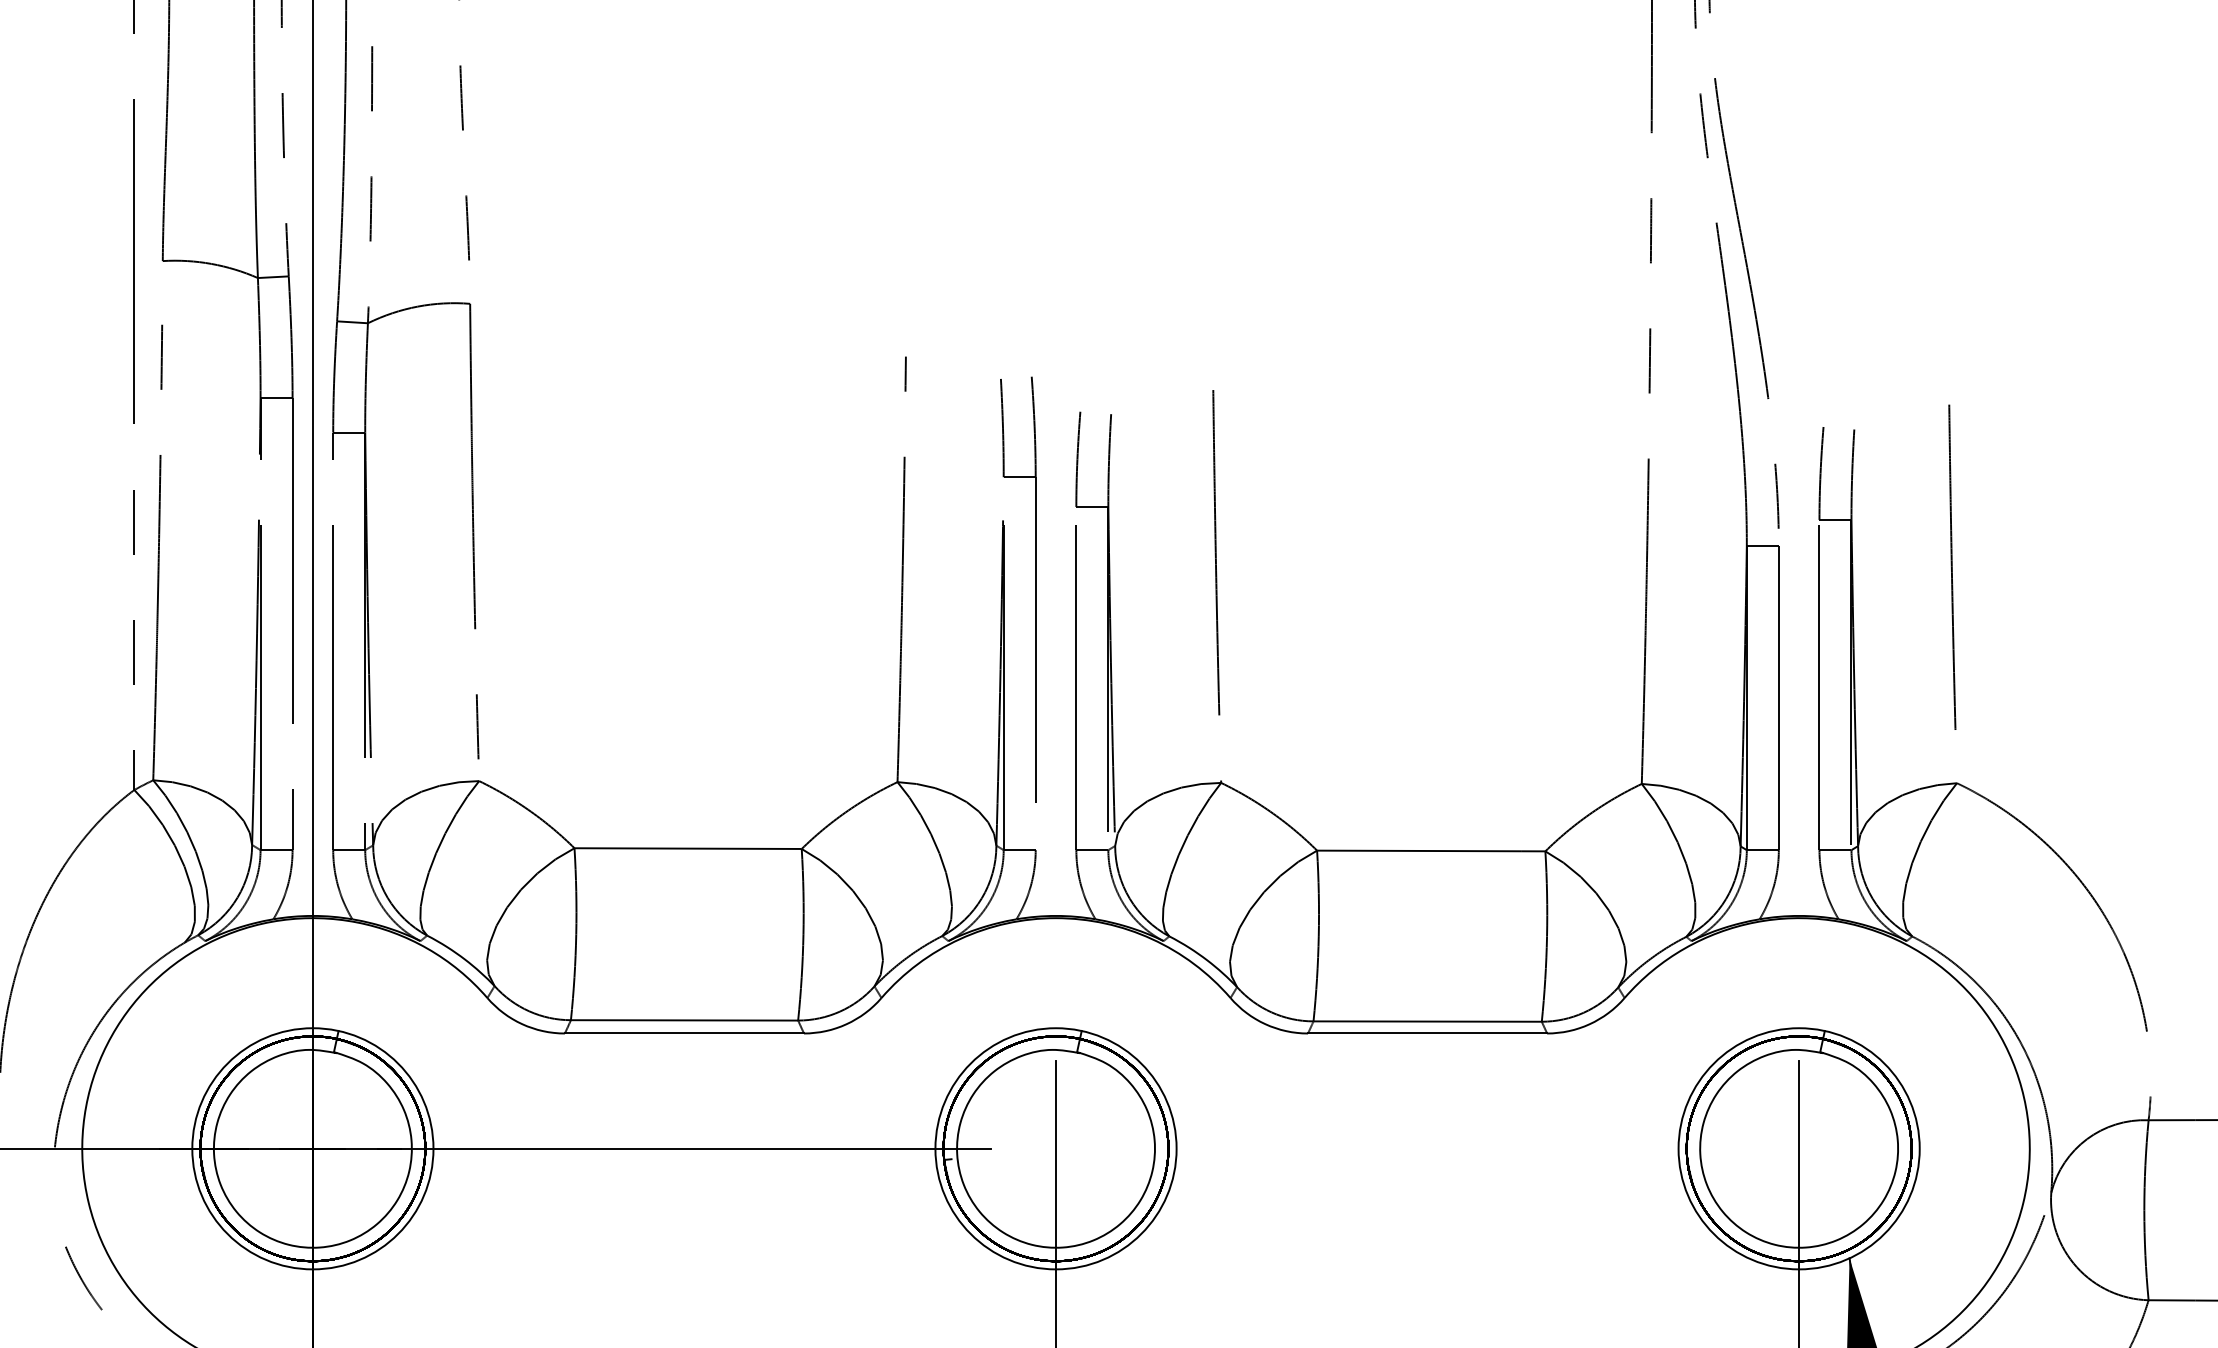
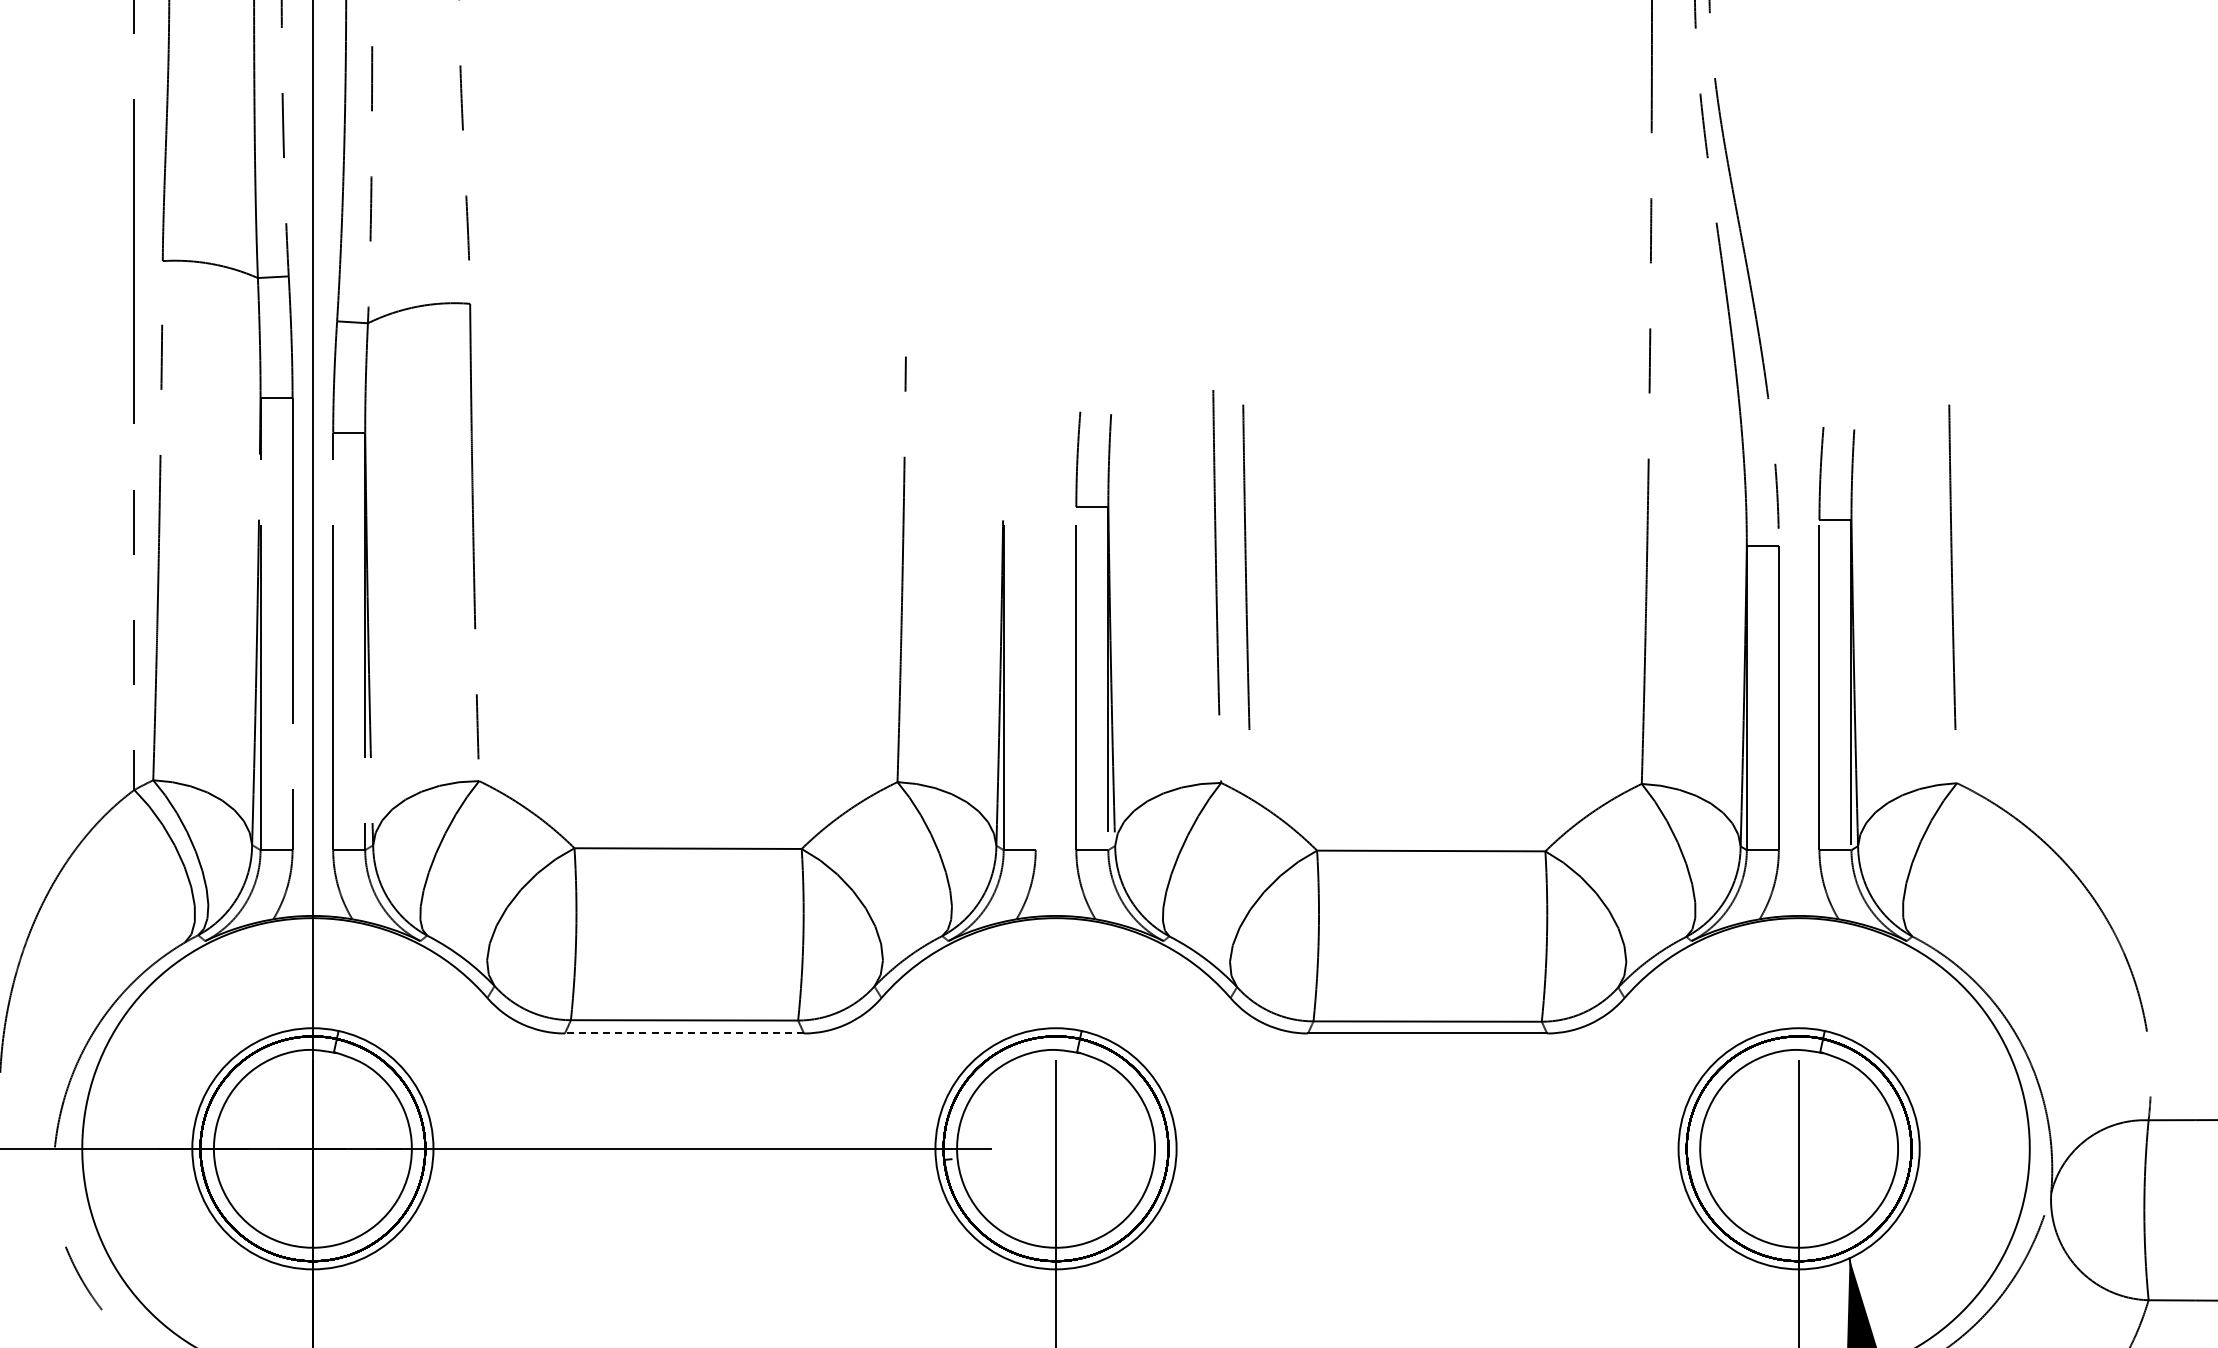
line at (1246, 566): none -> present
part at (1035, 589): present -> none
line at (684, 1033): solid -> dashed
